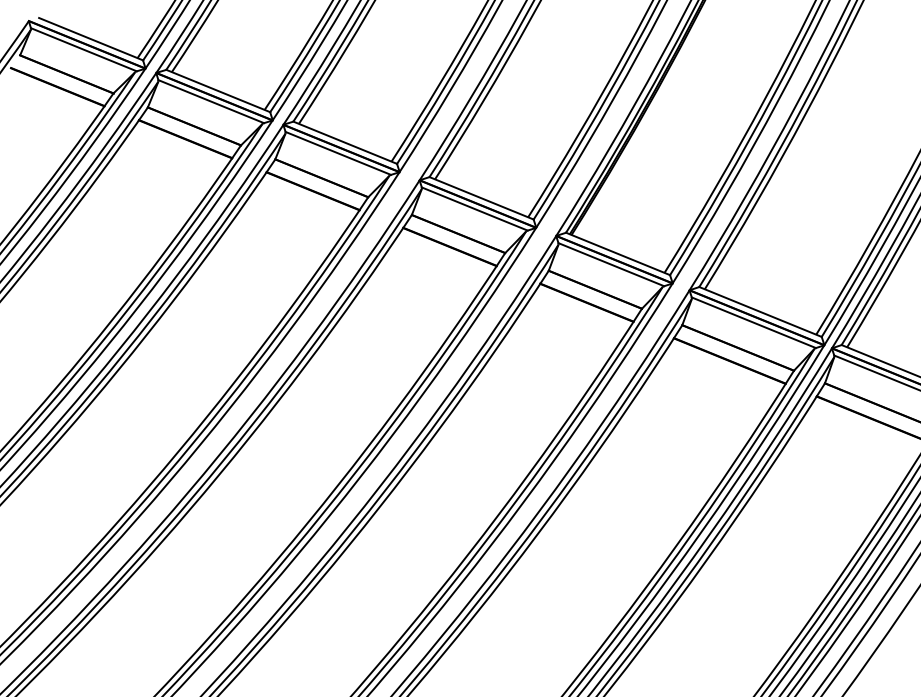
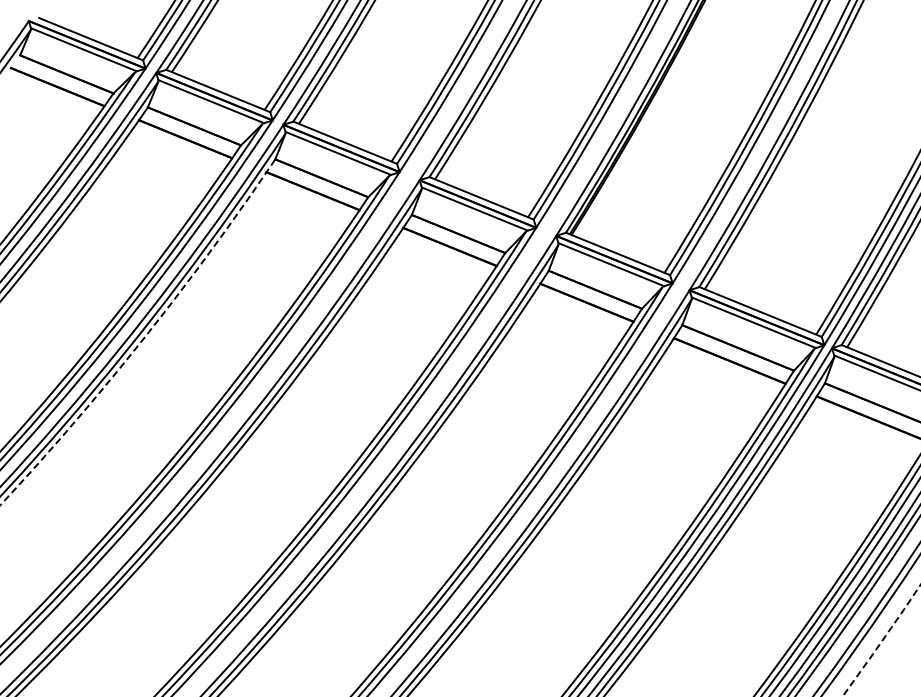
arc at (144, 337): solid -> dashed
arc at (882, 640): solid -> dashed
